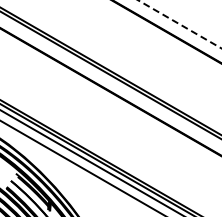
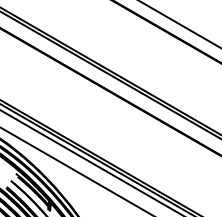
line at (180, 24): dashed -> solid
line at (81, 167) position: (81, 167) -> (76, 170)
